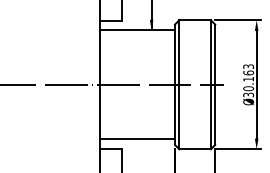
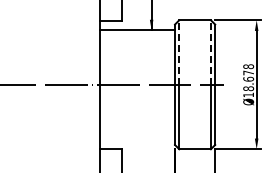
line at (179, 52): solid -> dashed
line at (210, 52): solid -> dashed
text at (248, 80): 30.163 -> 18.678
line at (137, 139): present -> none
